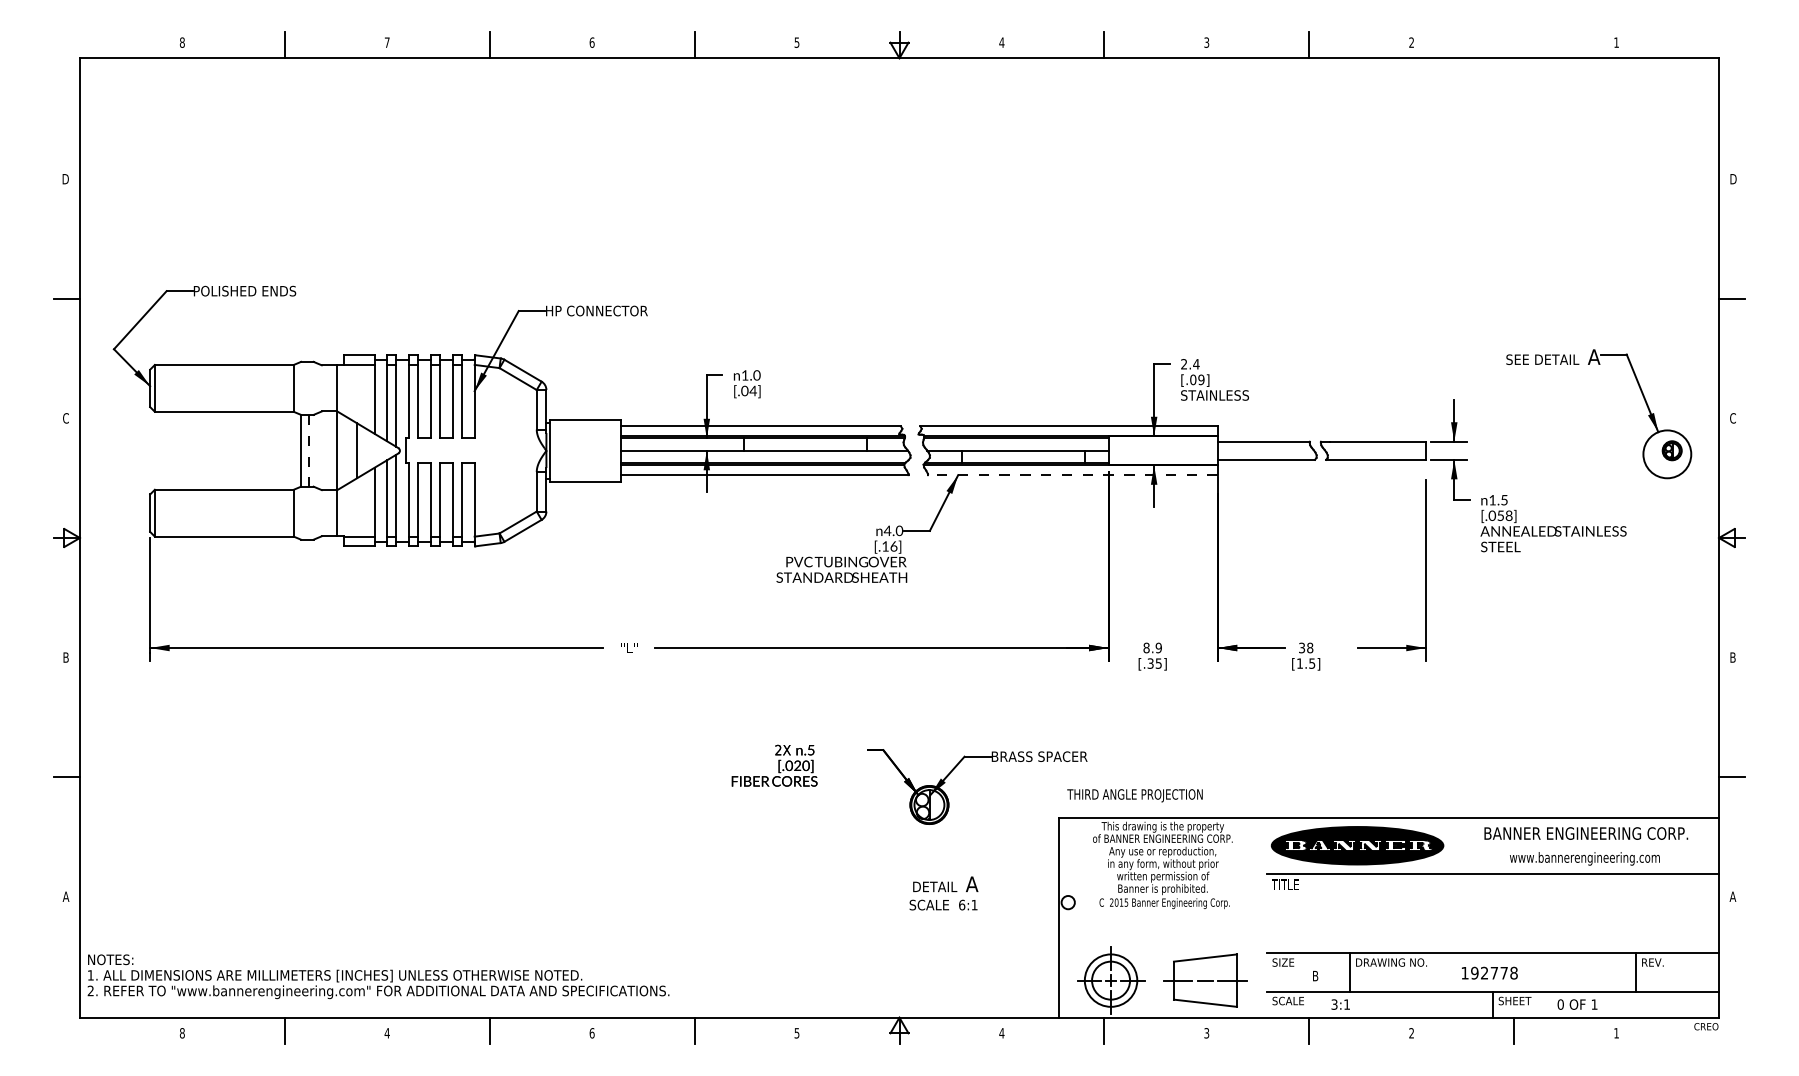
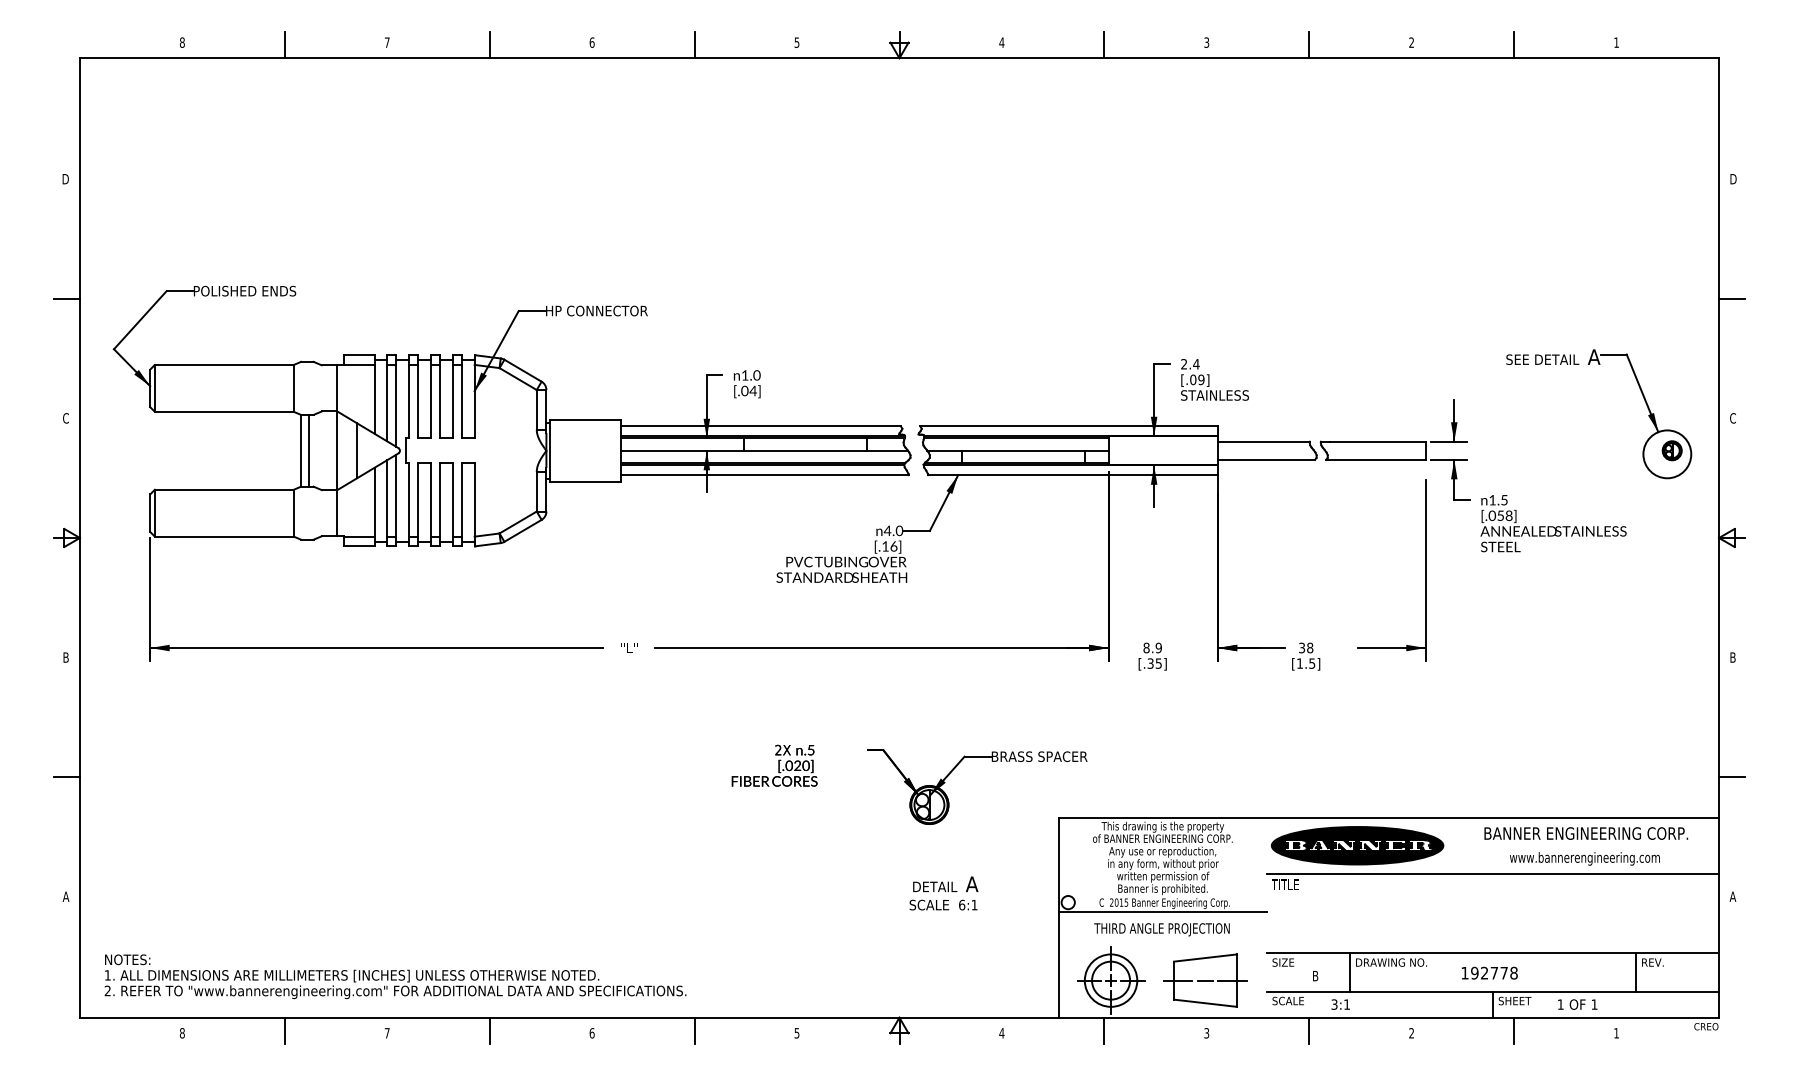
line at (1514, 45): none -> present
line at (308, 450): dashed -> solid
line at (1072, 475): dashed -> solid
text at (1134, 795) position: (1134, 795) -> (1161, 929)
line at (1162, 911): none -> present
text at (378, 976) position: (378, 976) -> (395, 976)
text at (1560, 1004): 0 -> 1
text at (386, 1033): 4 -> 7
